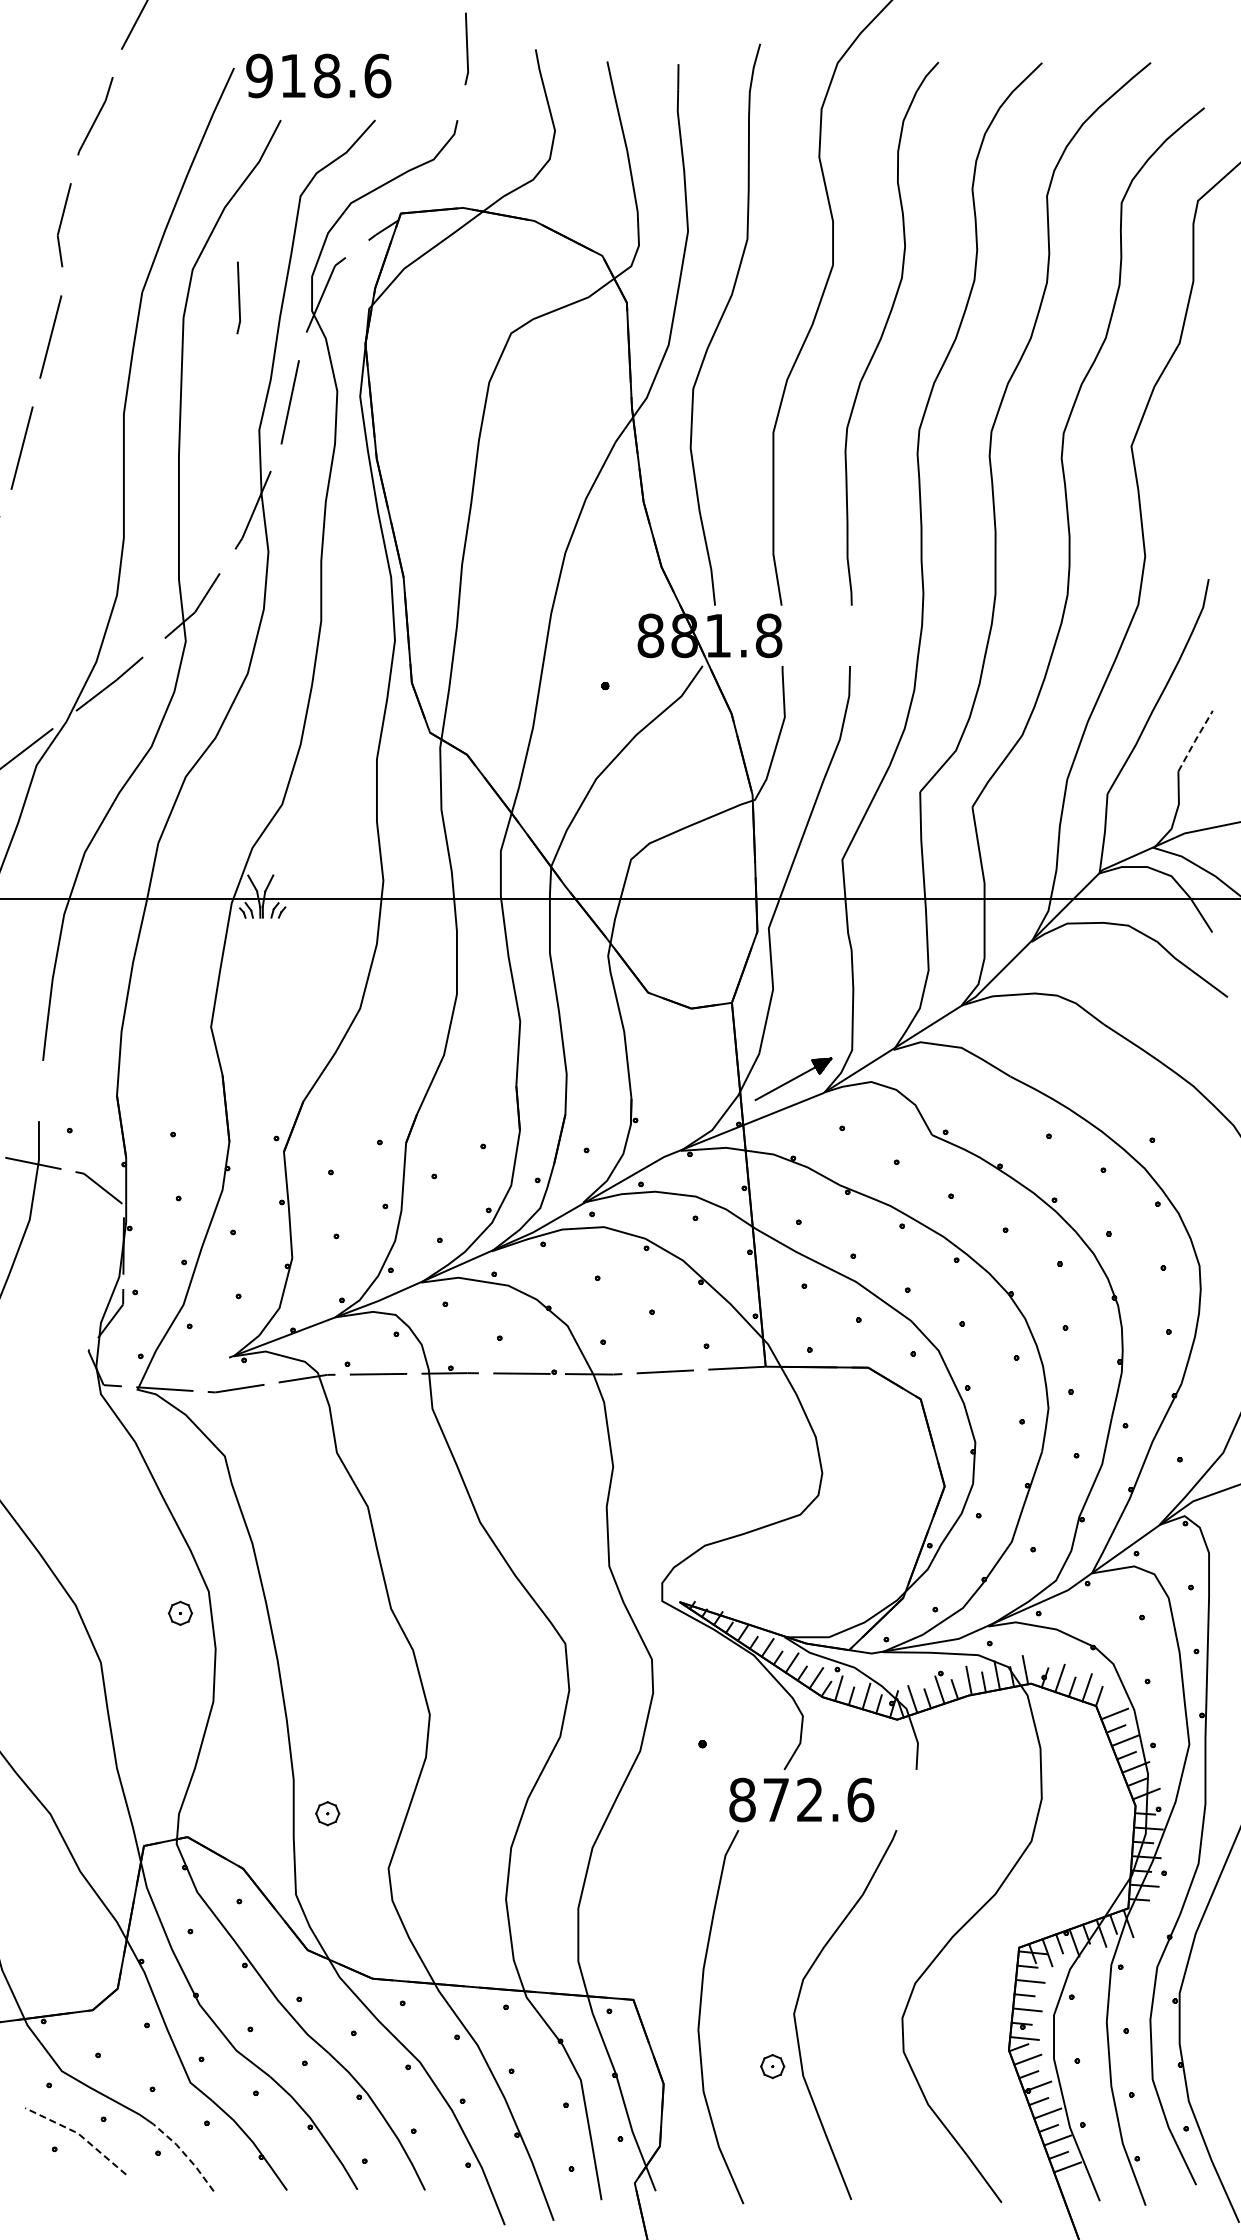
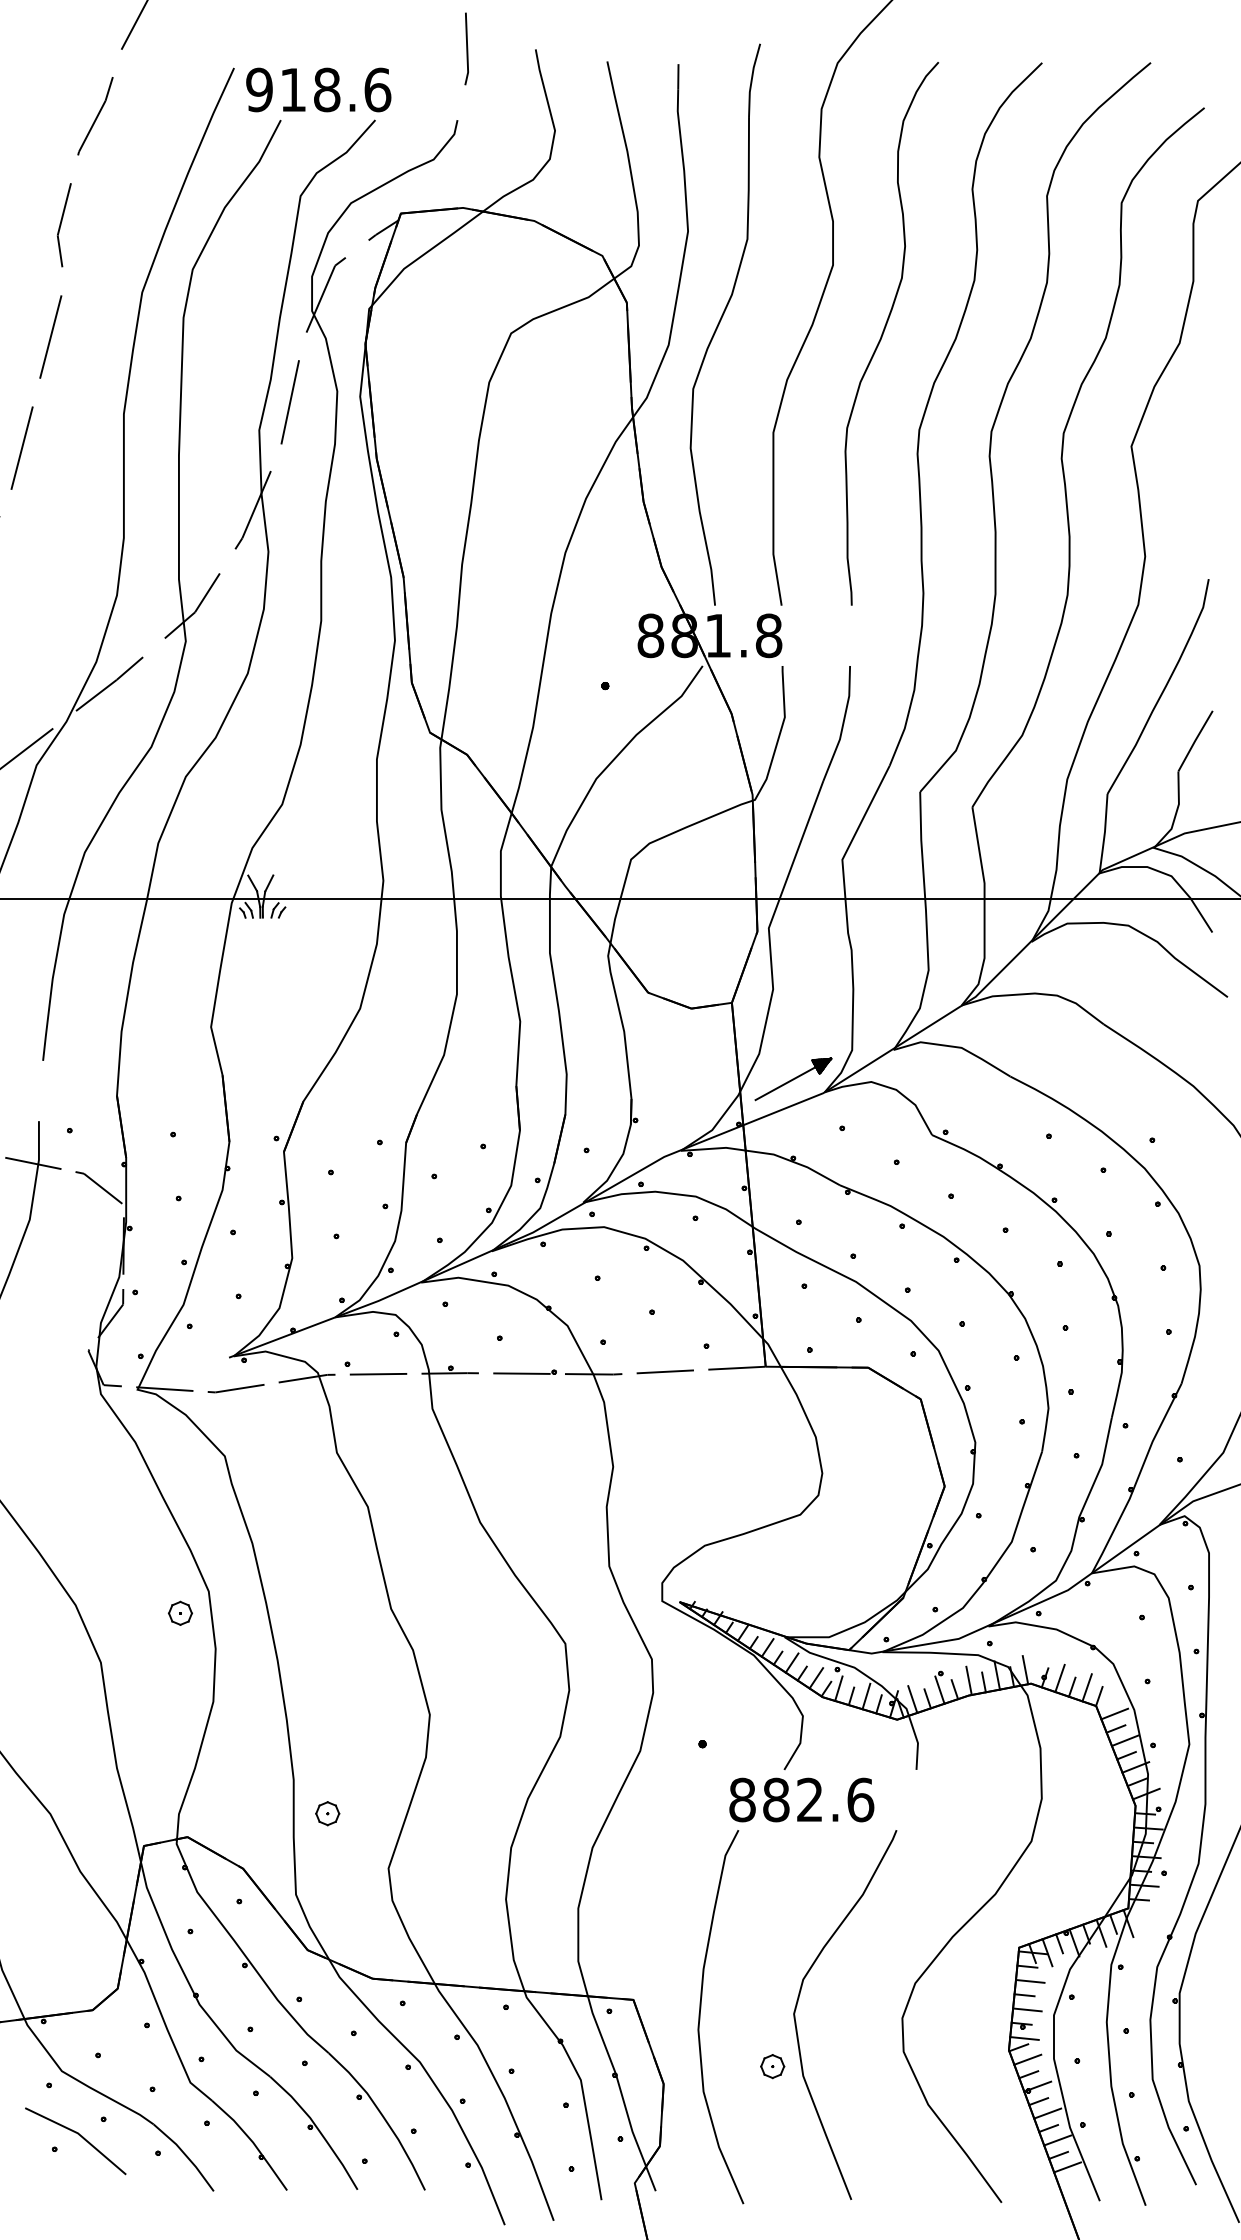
text at (318, 75) position: (318, 75) -> (318, 89)
line at (238, 297): present -> none
line at (1195, 740): dashed -> solid
text at (776, 1799): 872.6 -> 882.6
line at (79, 2134): dashed -> solid
line at (185, 2155): dashed -> solid
